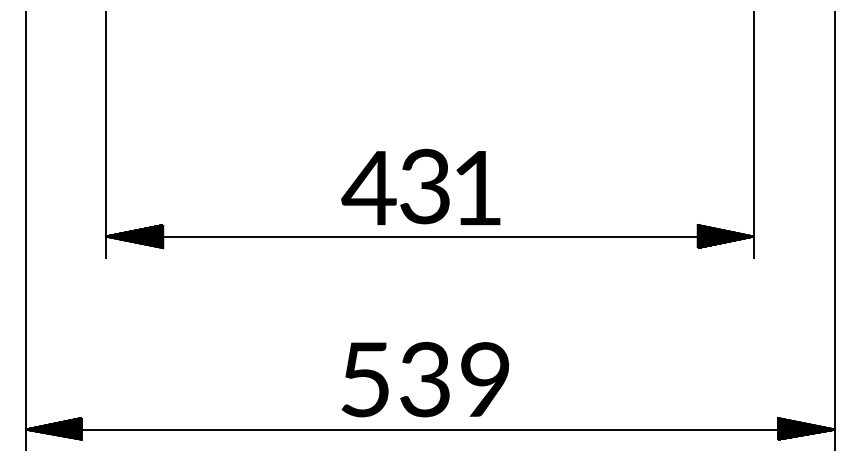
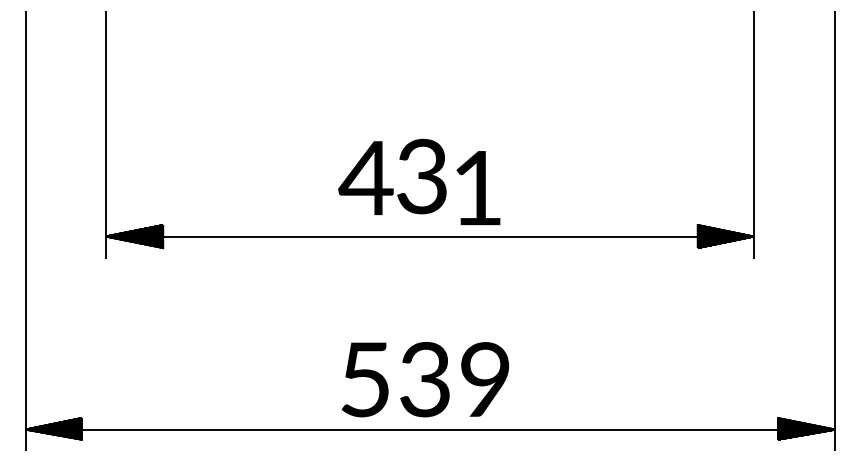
text at (395, 186) position: (395, 186) -> (392, 176)
